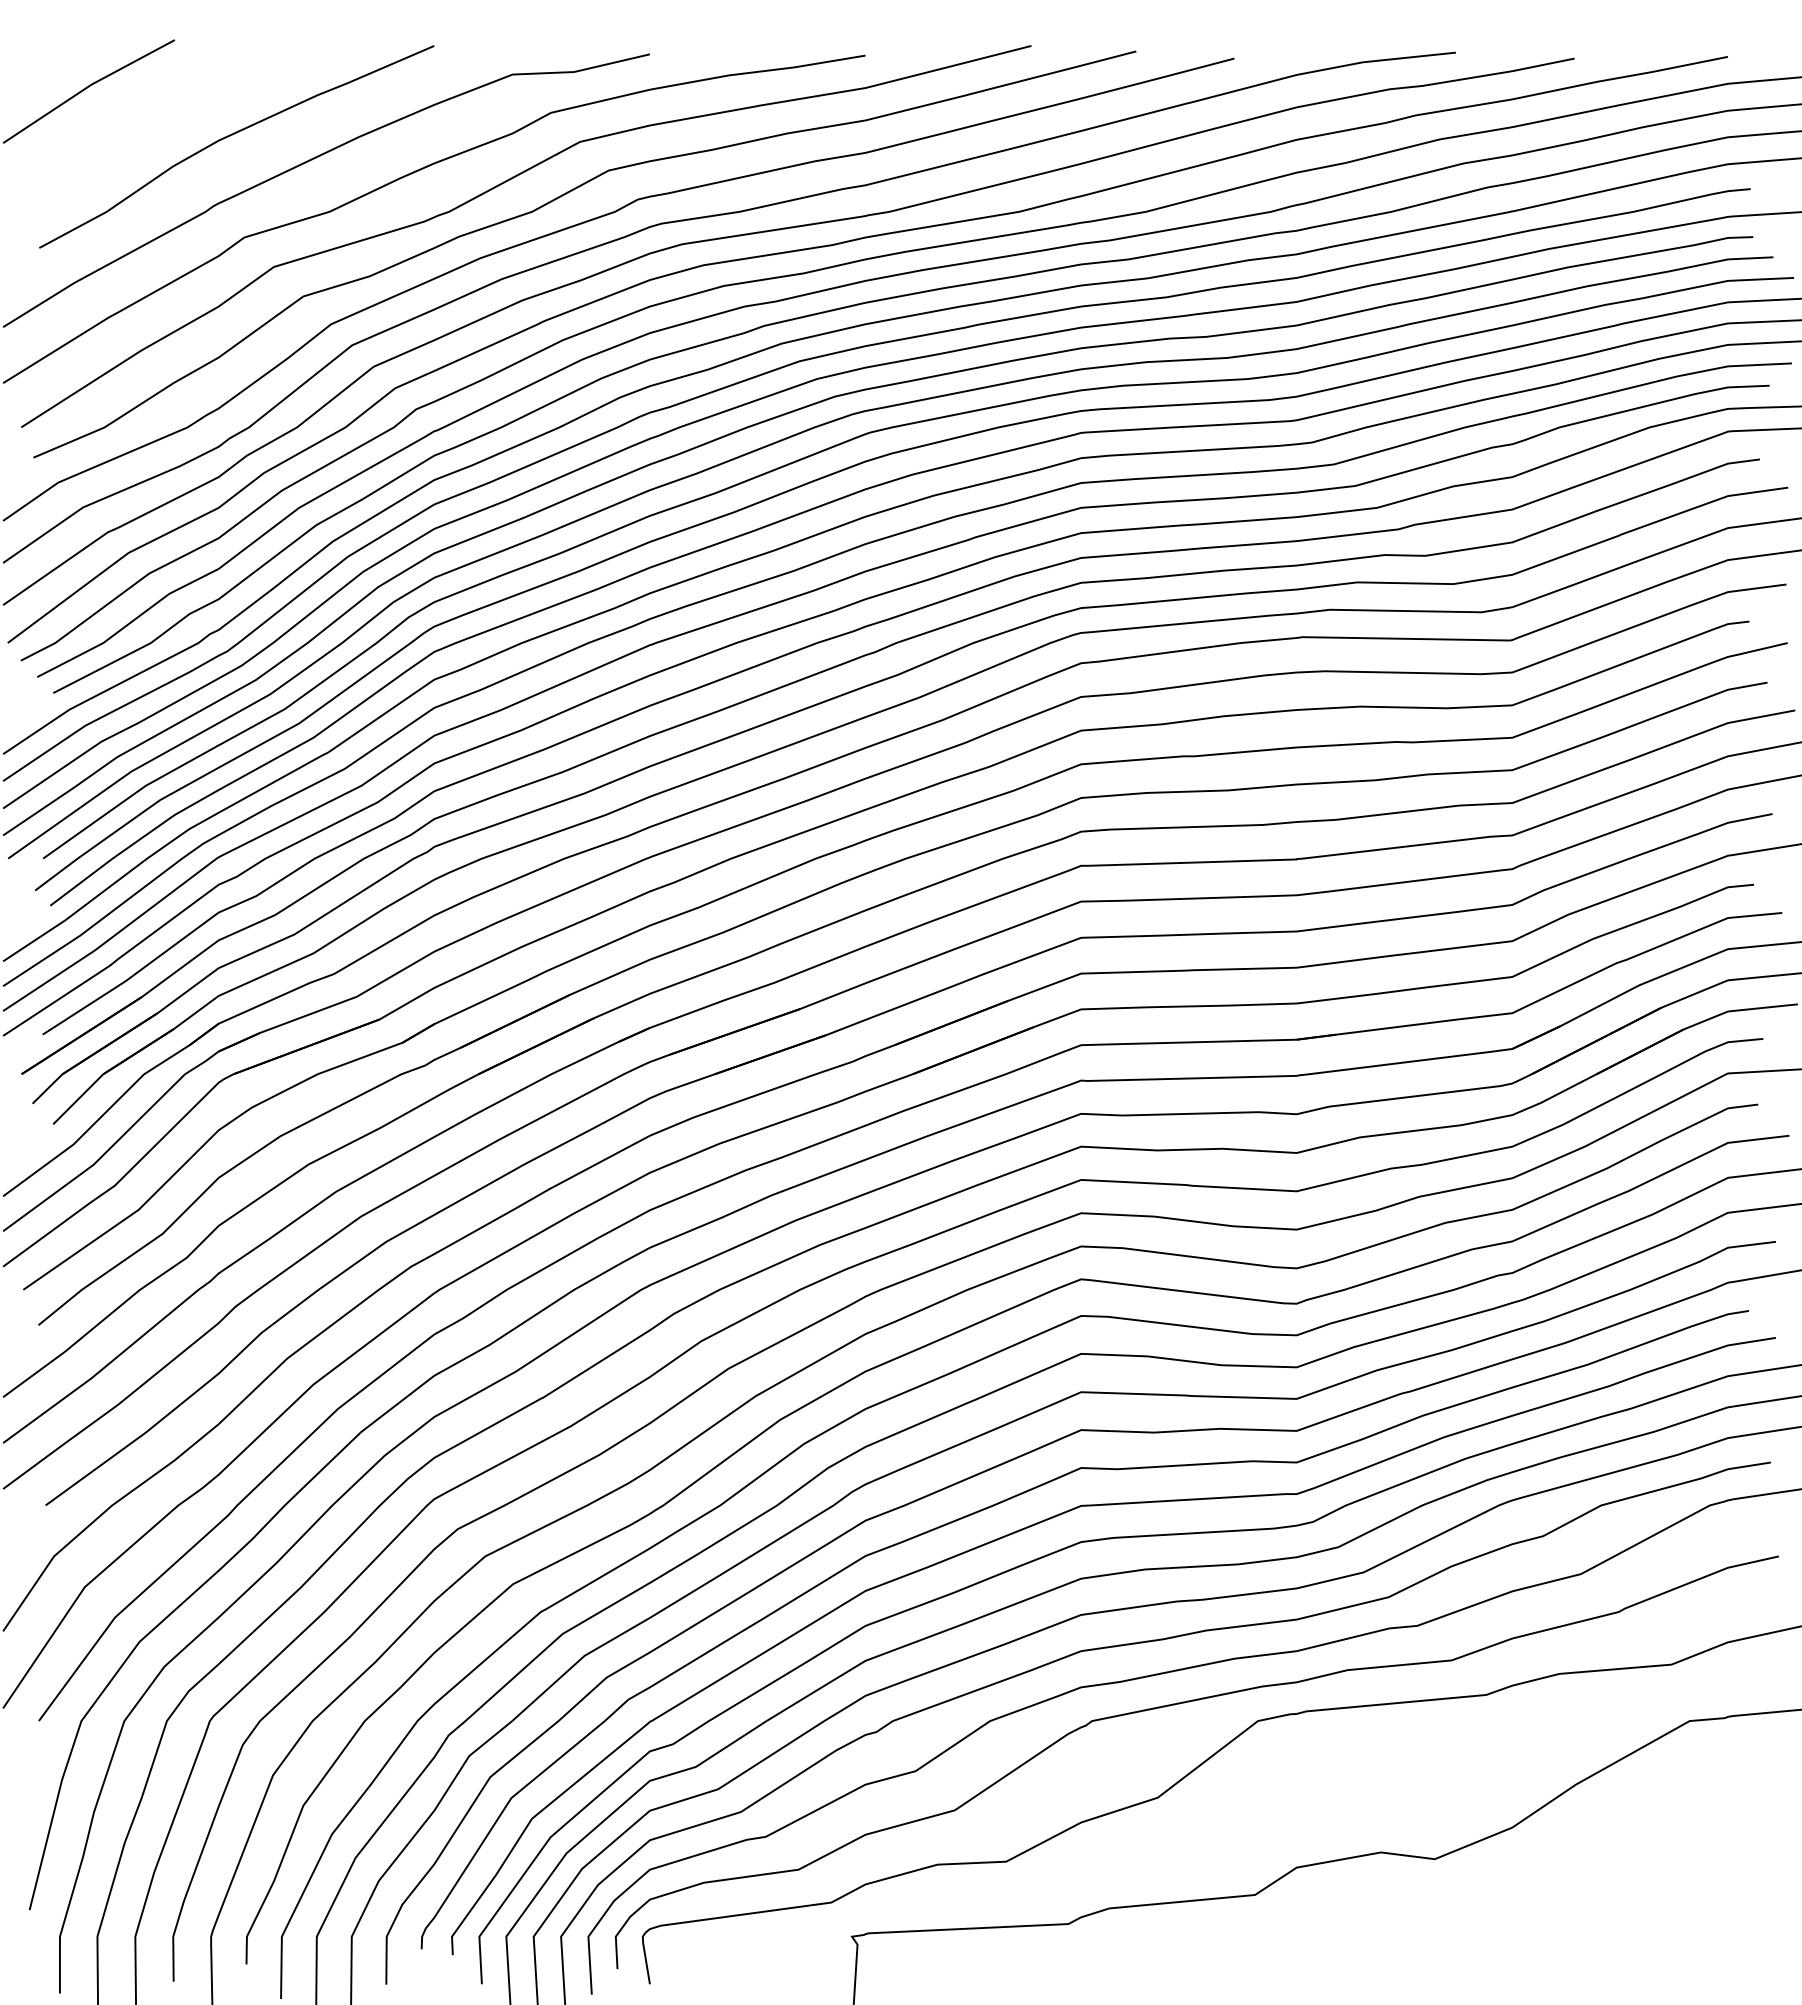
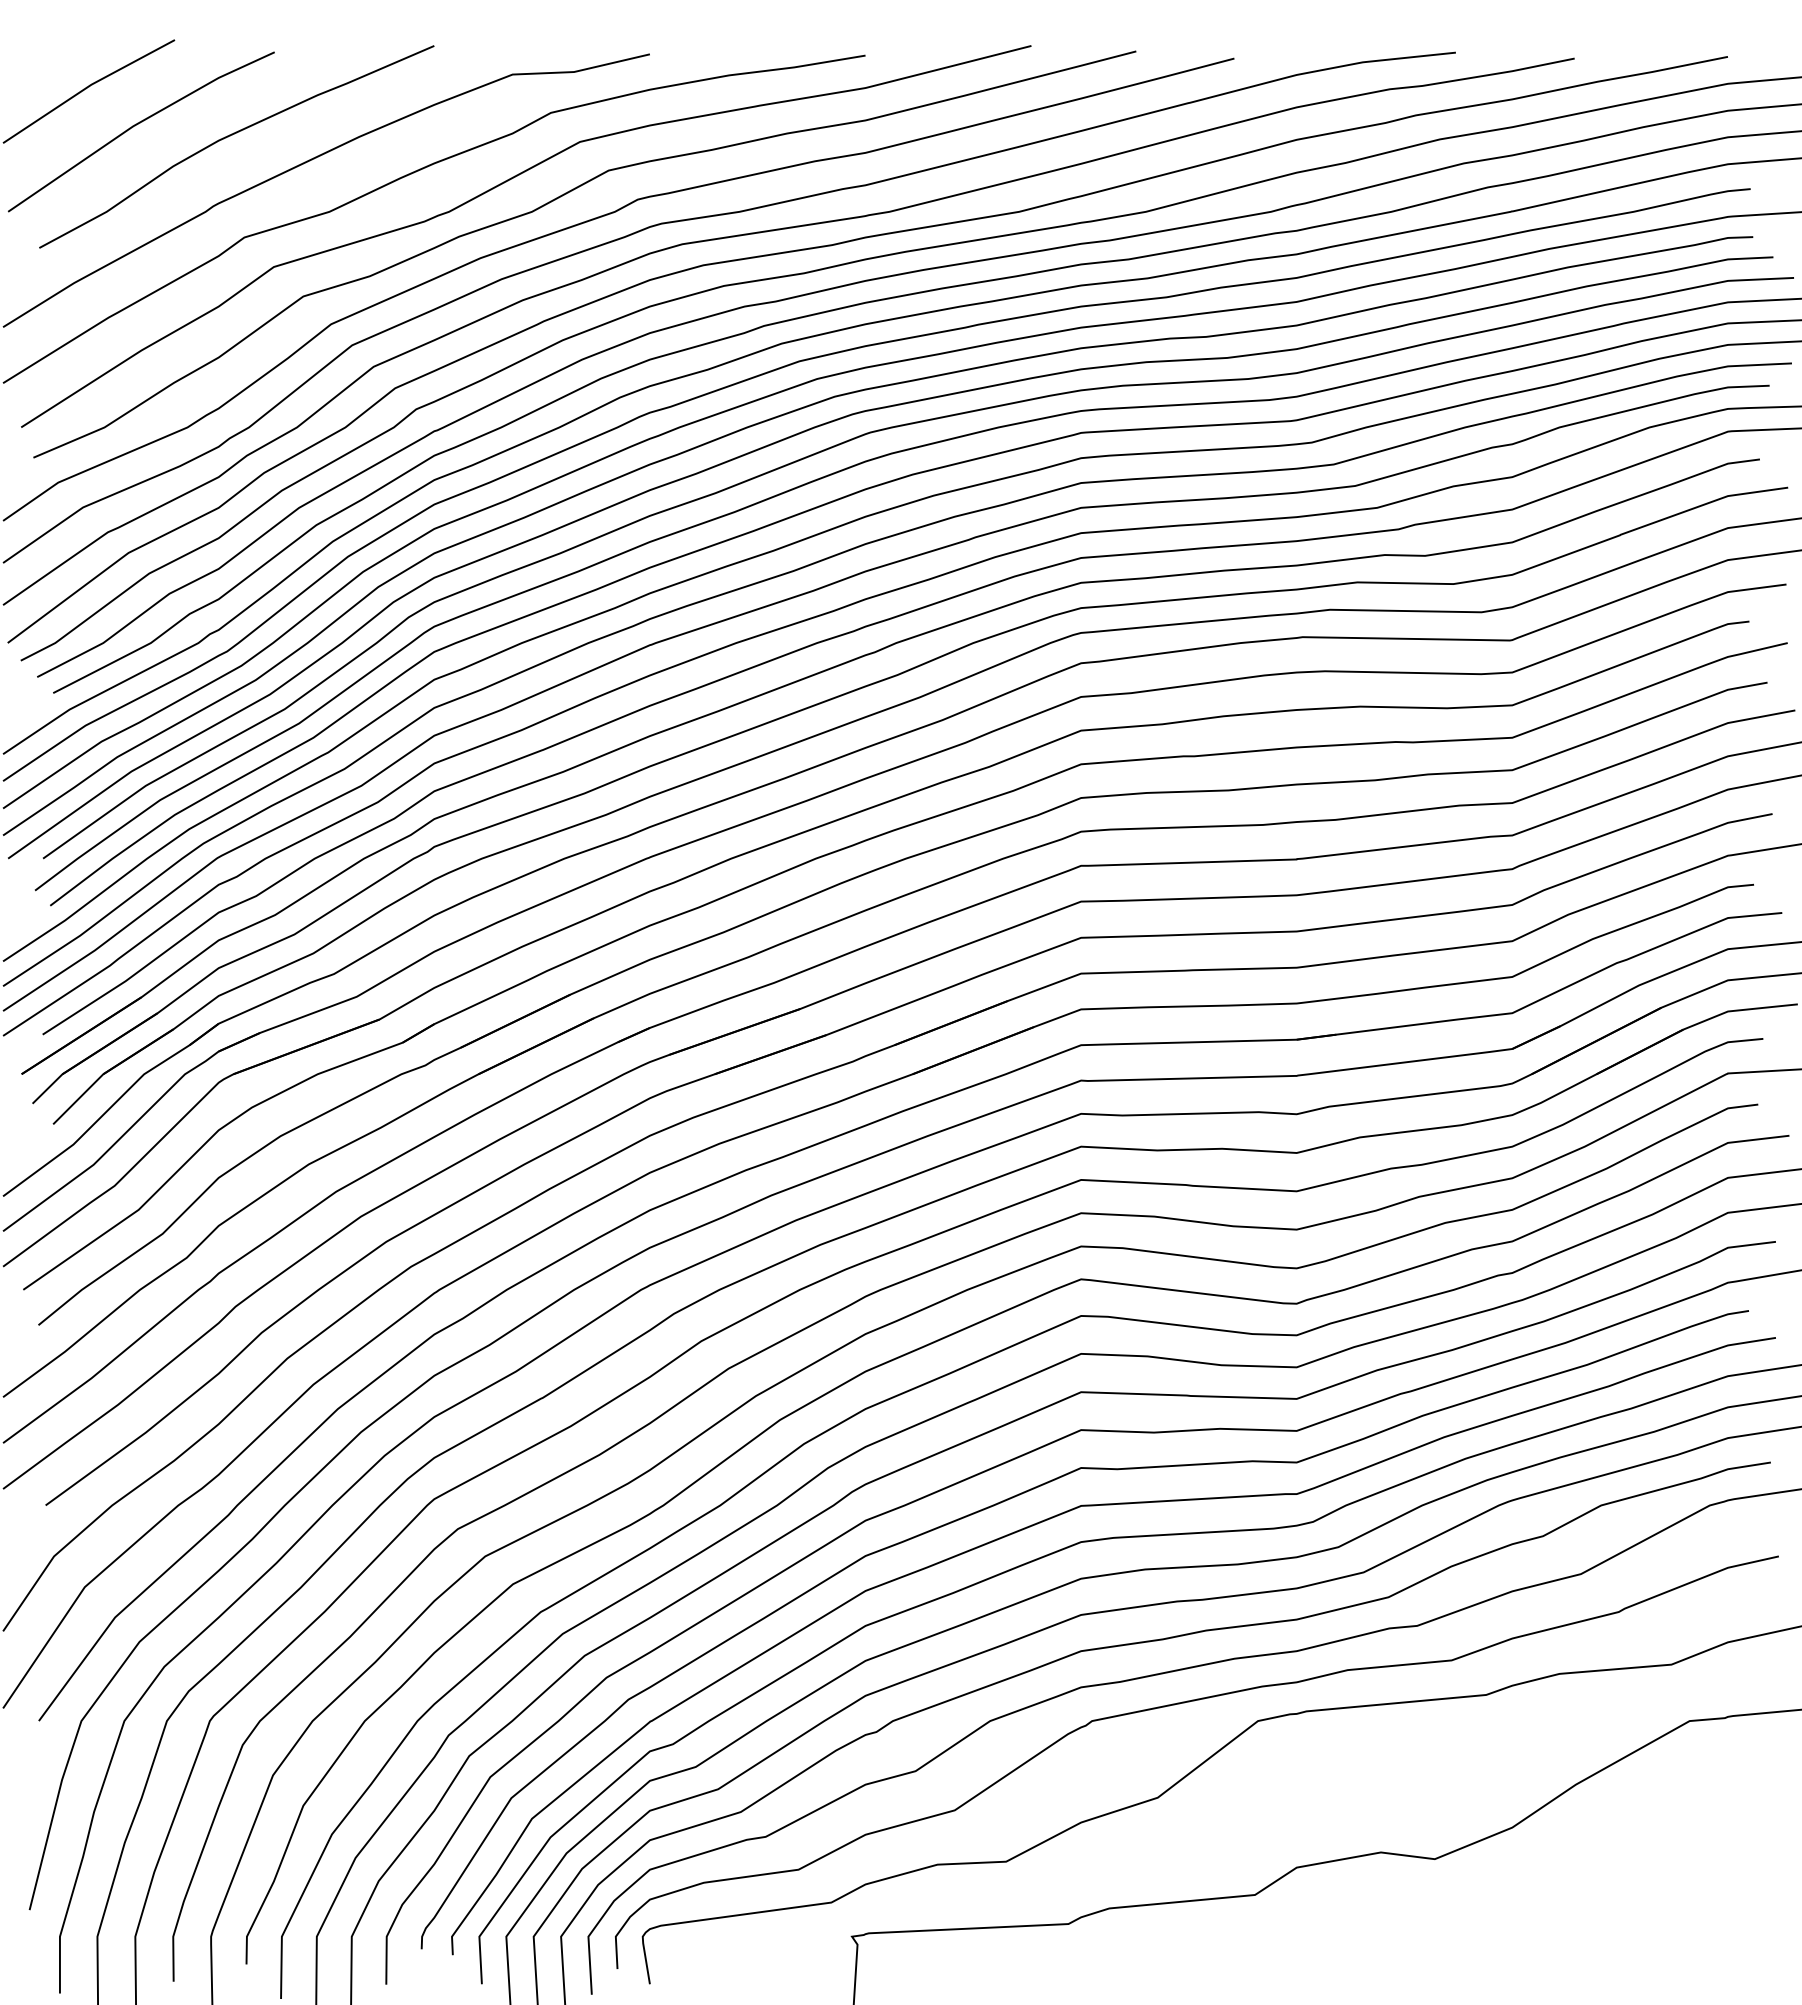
line at (138, 124): none -> present
